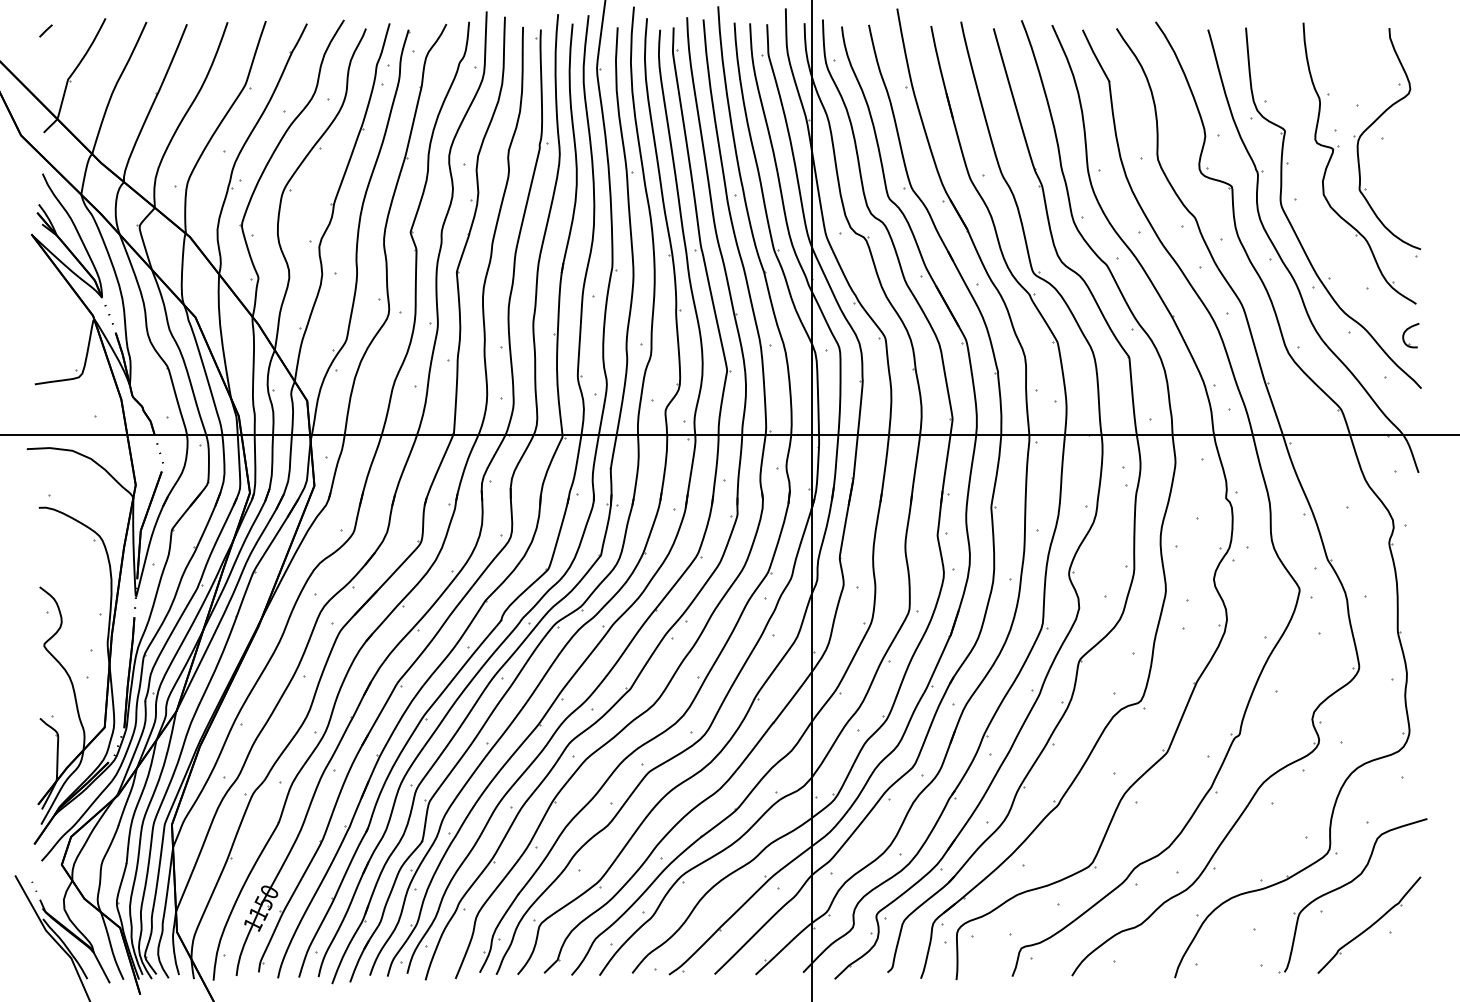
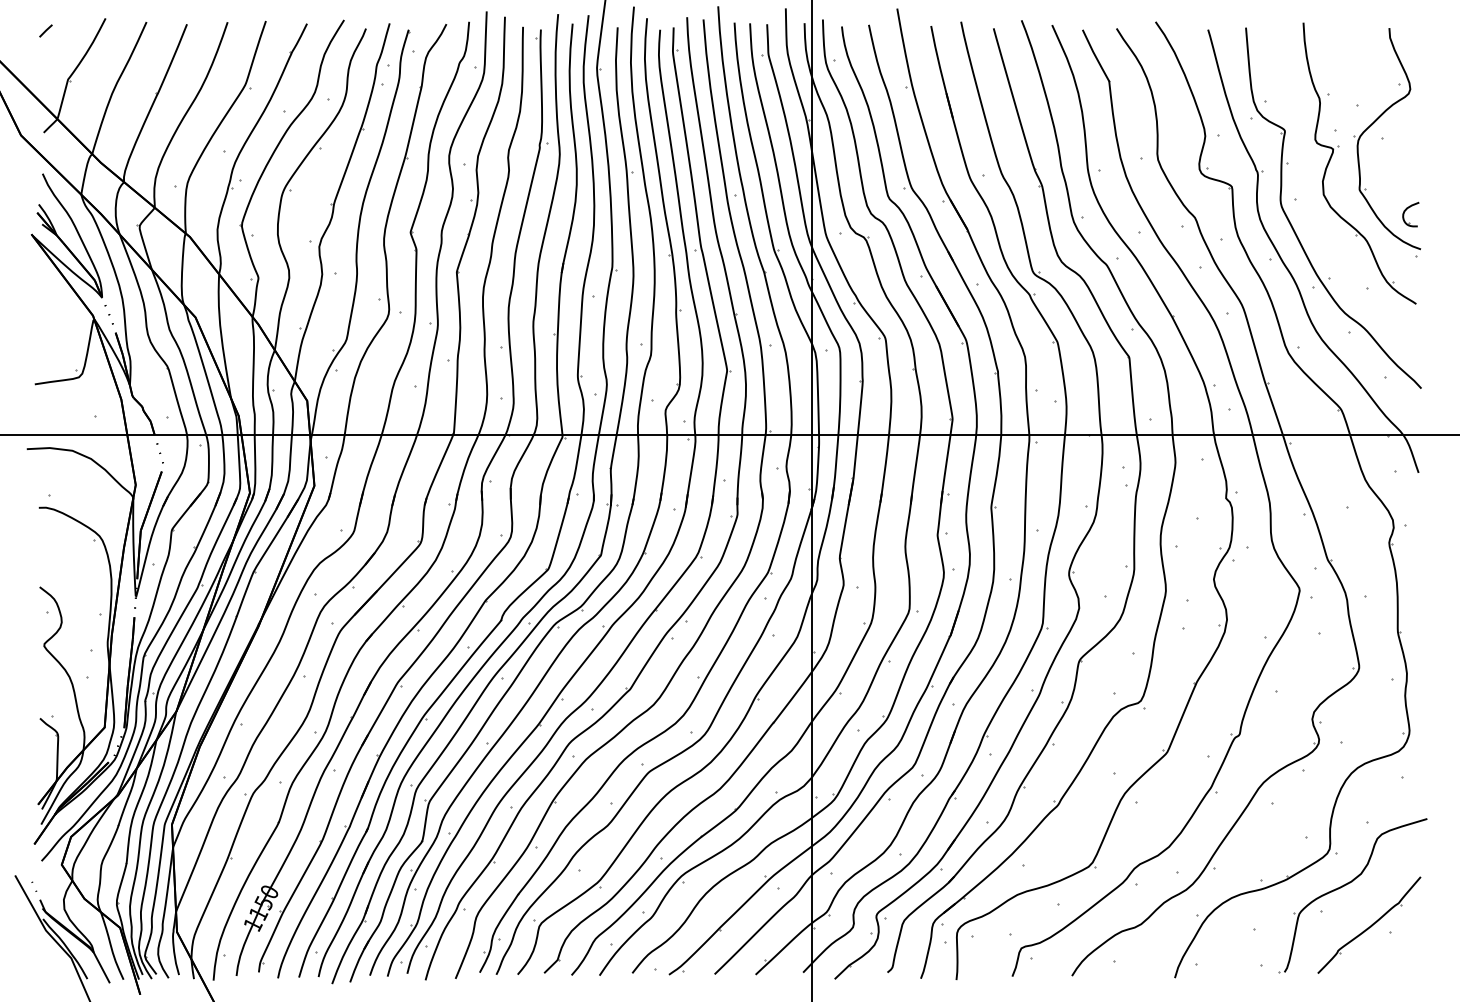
part at (1410, 335) position: (1410, 335) -> (1410, 214)
